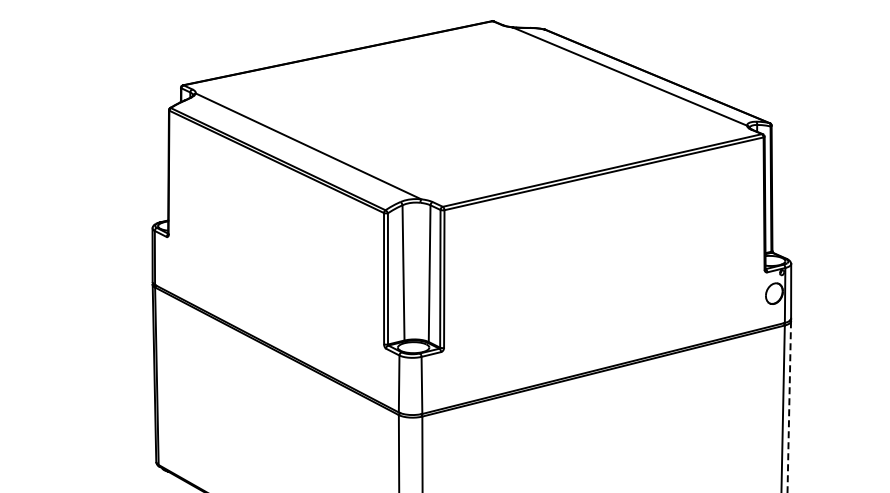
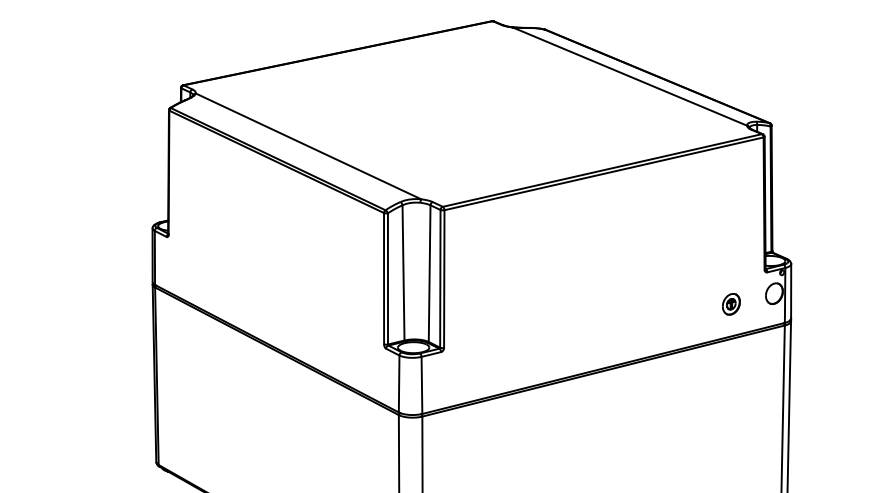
part at (730, 304): none -> present
line at (789, 406): dashed -> solid
